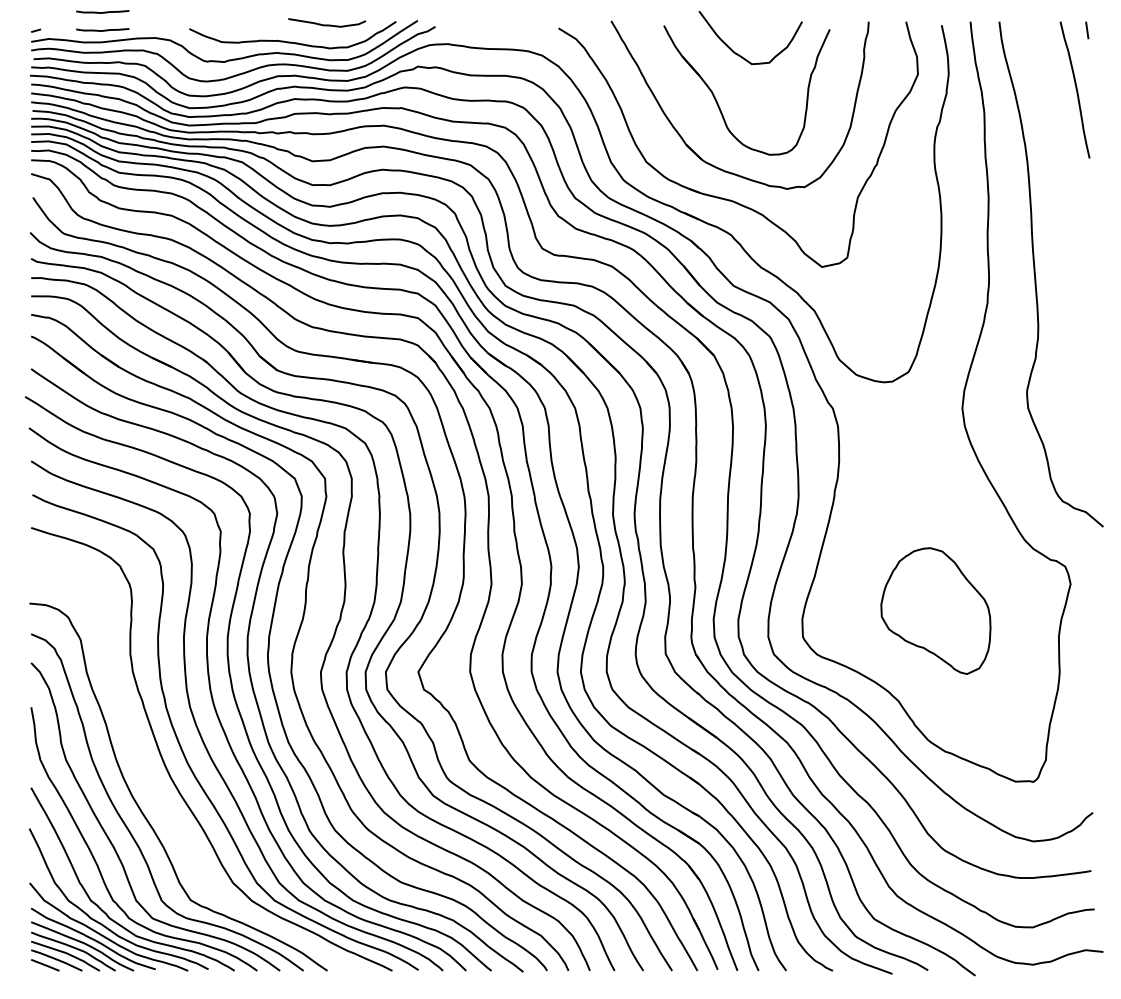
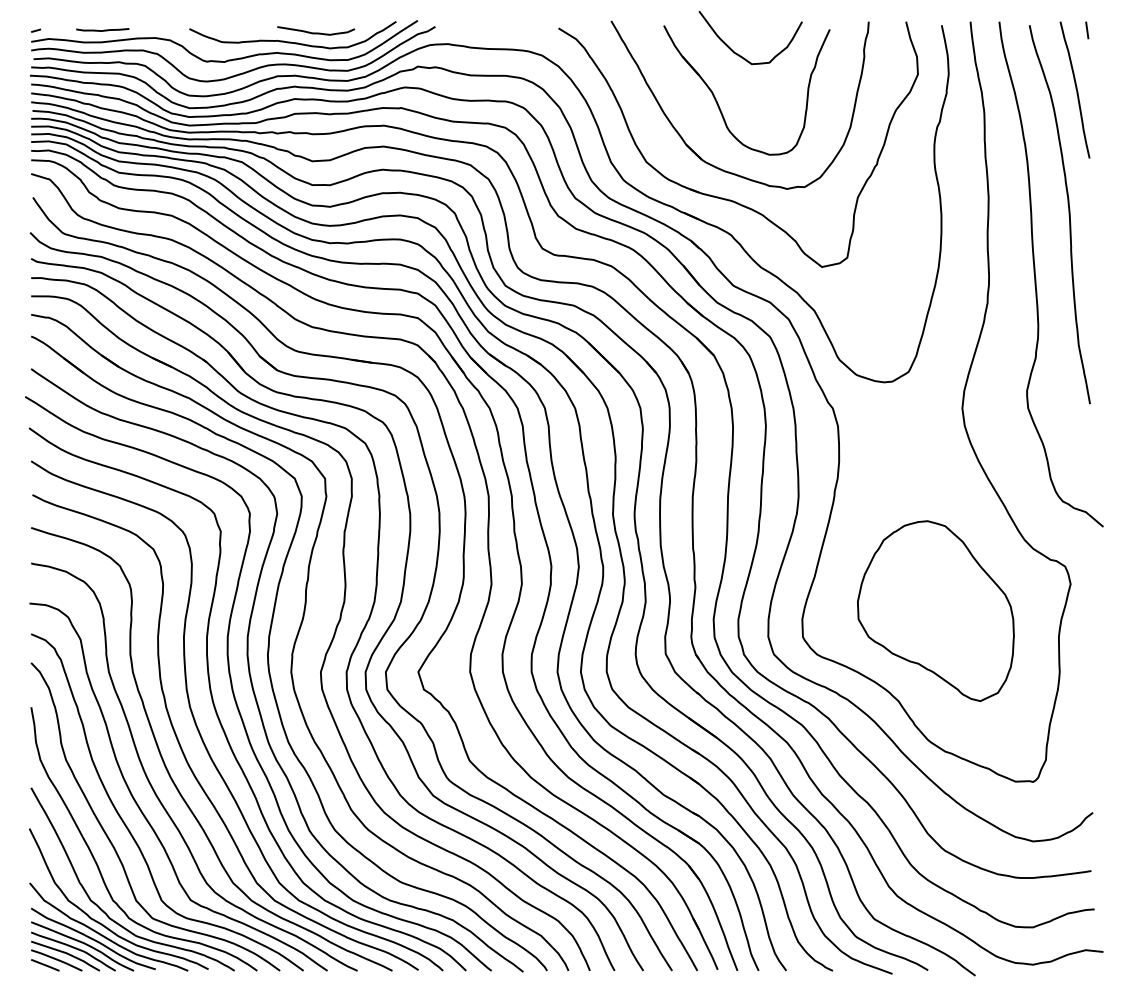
curve at (103, 11): present -> none
curve at (327, 24) position: (327, 24) -> (316, 32)
curve at (1068, 214): none -> present
part at (935, 610) size: 112x128 px -> 158x182 px
curve at (153, 787): none -> present
